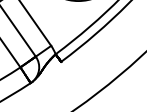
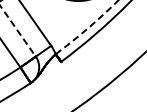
arc at (88, 27): solid -> dashed
line at (18, 31): solid -> dashed
